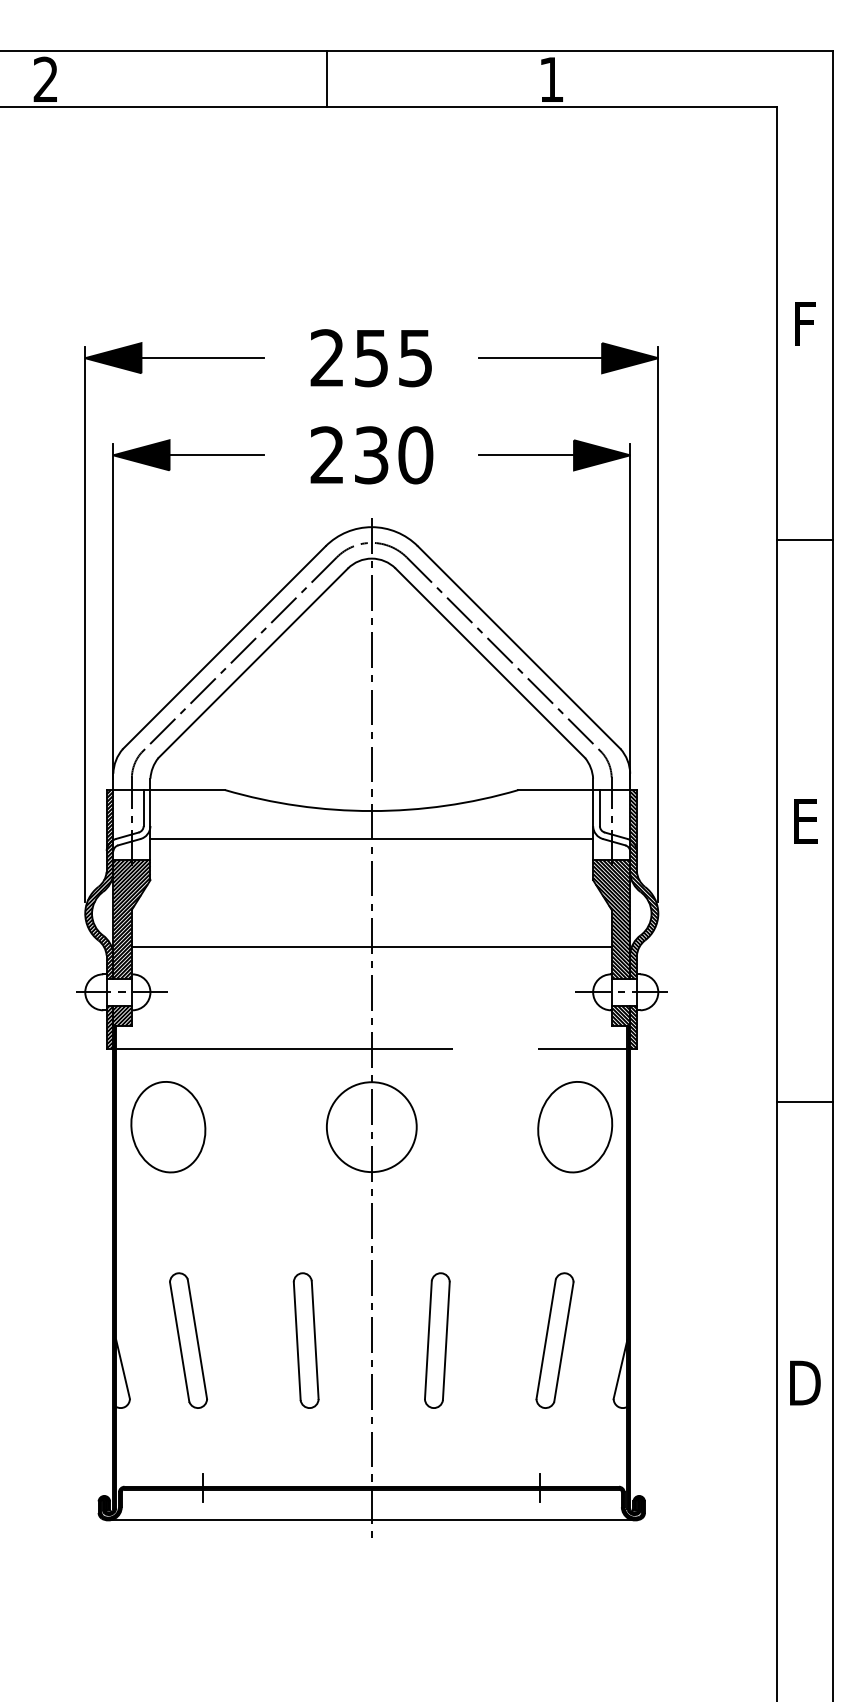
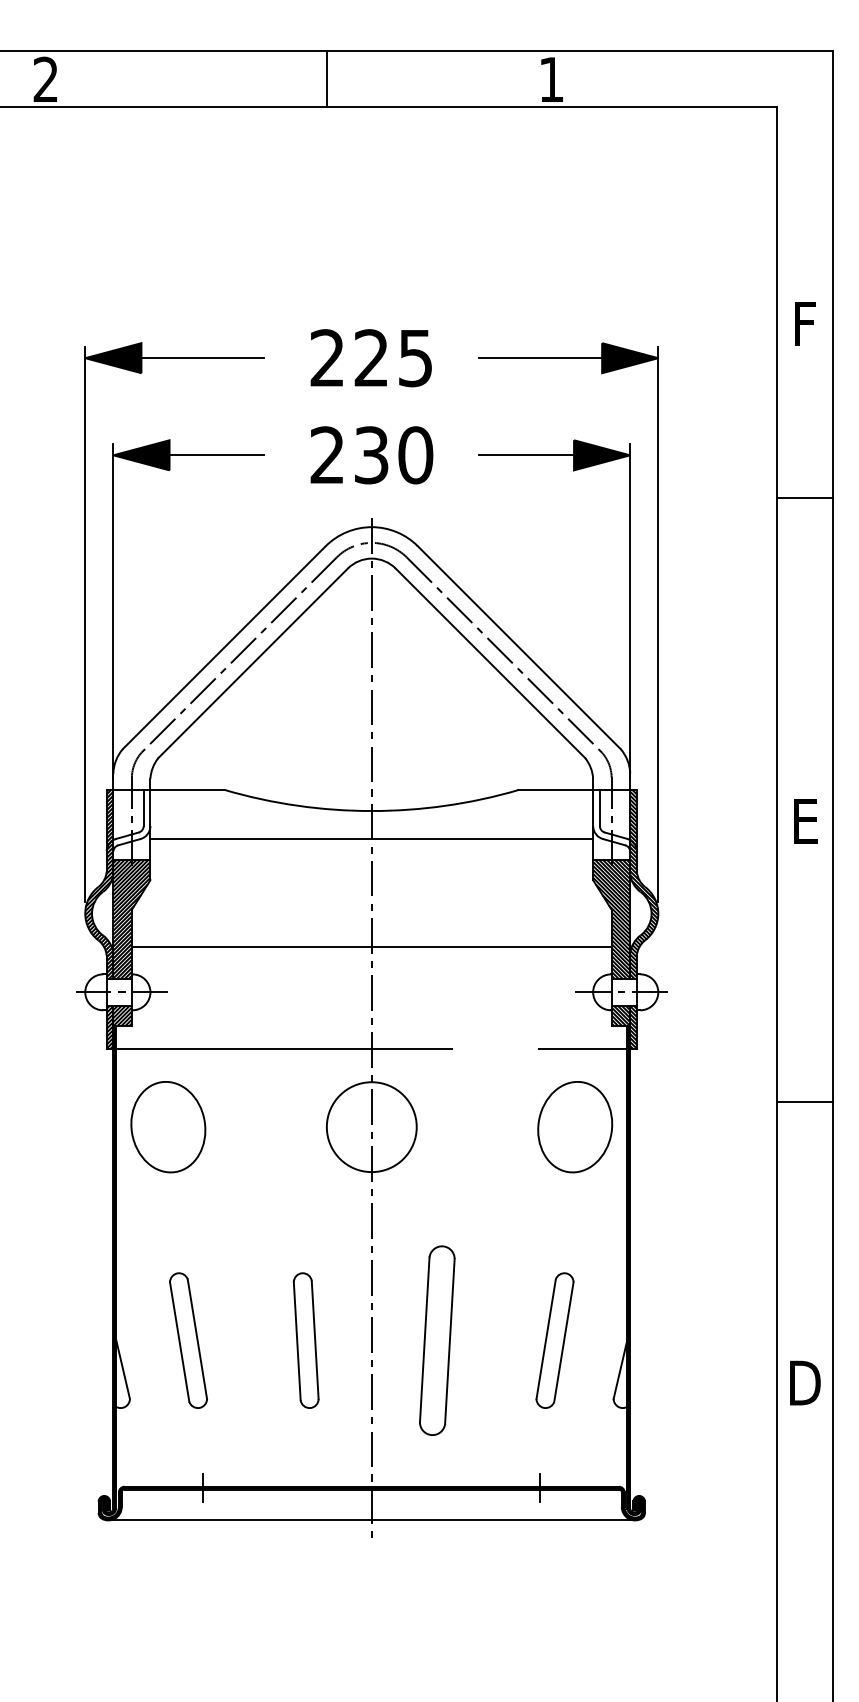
text at (370, 358): 255 -> 225
line at (804, 539) position: (804, 539) -> (804, 497)
part at (437, 1340) size: 27x137 px -> 37x191 px
